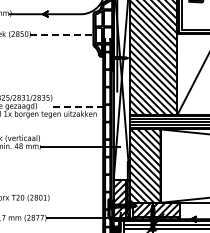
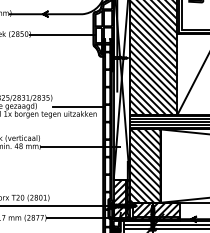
line at (62, 34): dashed -> solid
line at (78, 106): dashed -> solid
line at (56, 206): none -> present
